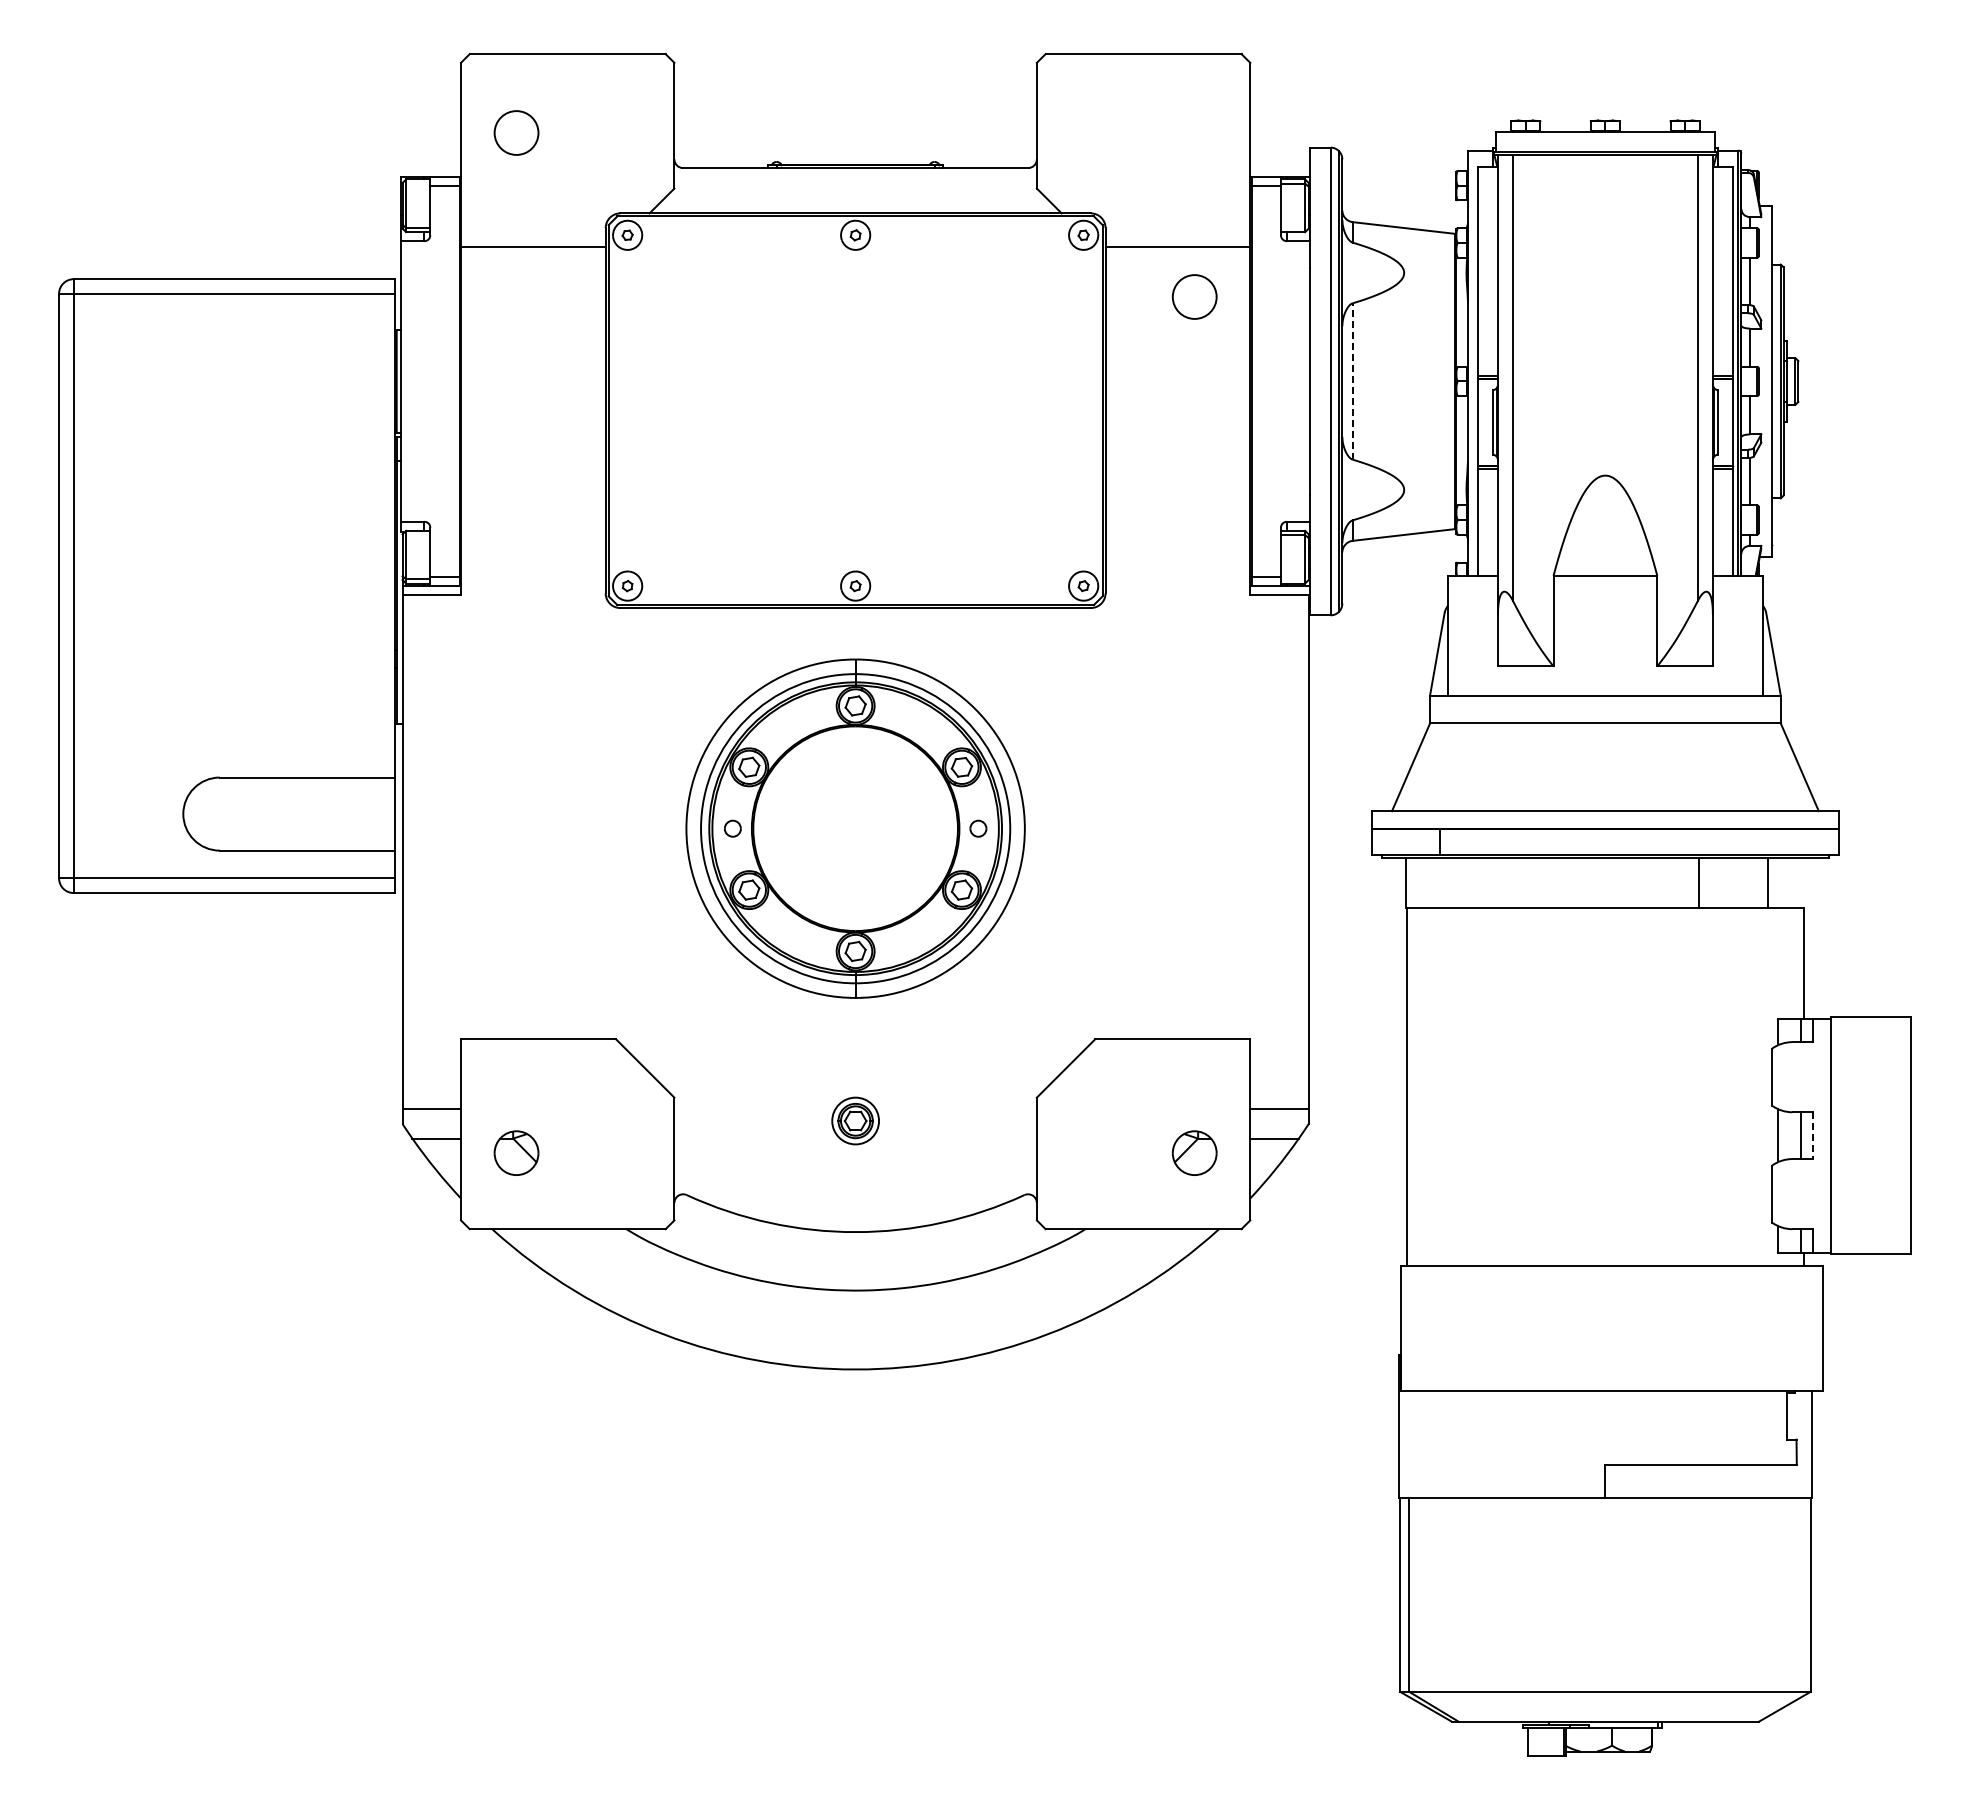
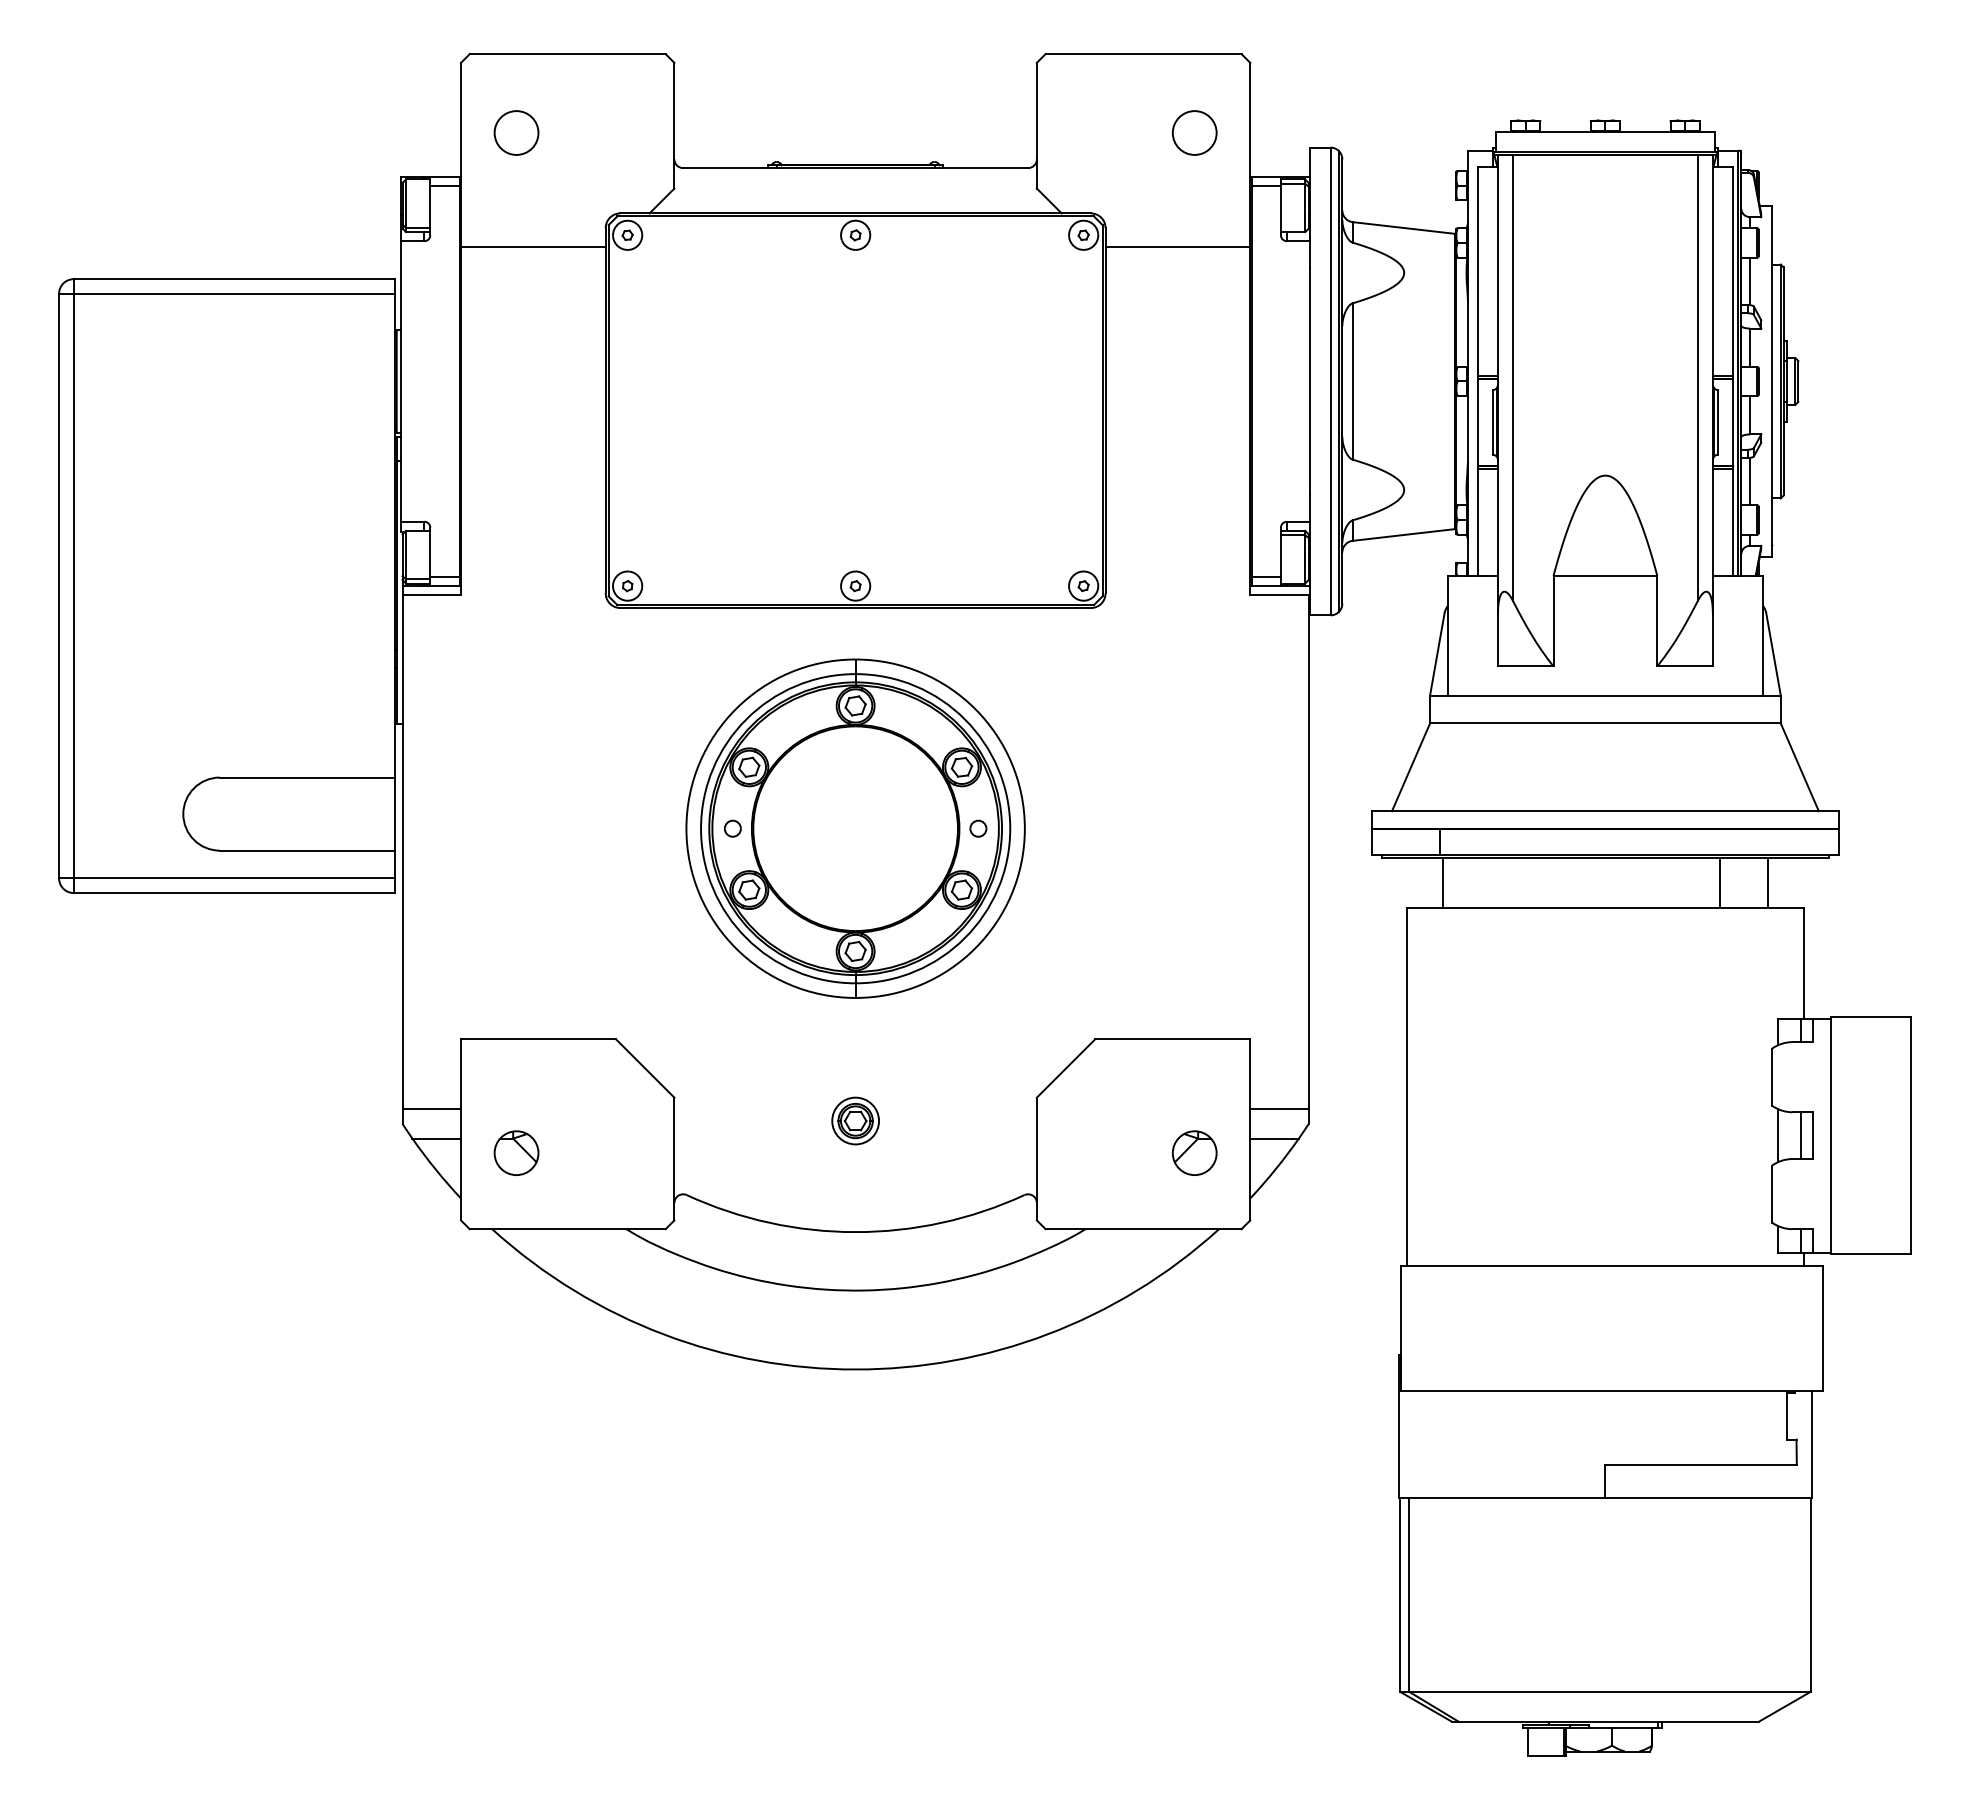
part at (1194, 296) position: (1194, 296) -> (1194, 132)
line at (1352, 380): dashed -> solid
line at (1406, 882) position: (1406, 882) -> (1443, 882)
line at (1699, 882) position: (1699, 882) -> (1720, 882)
line at (1812, 1136): dashed -> solid
